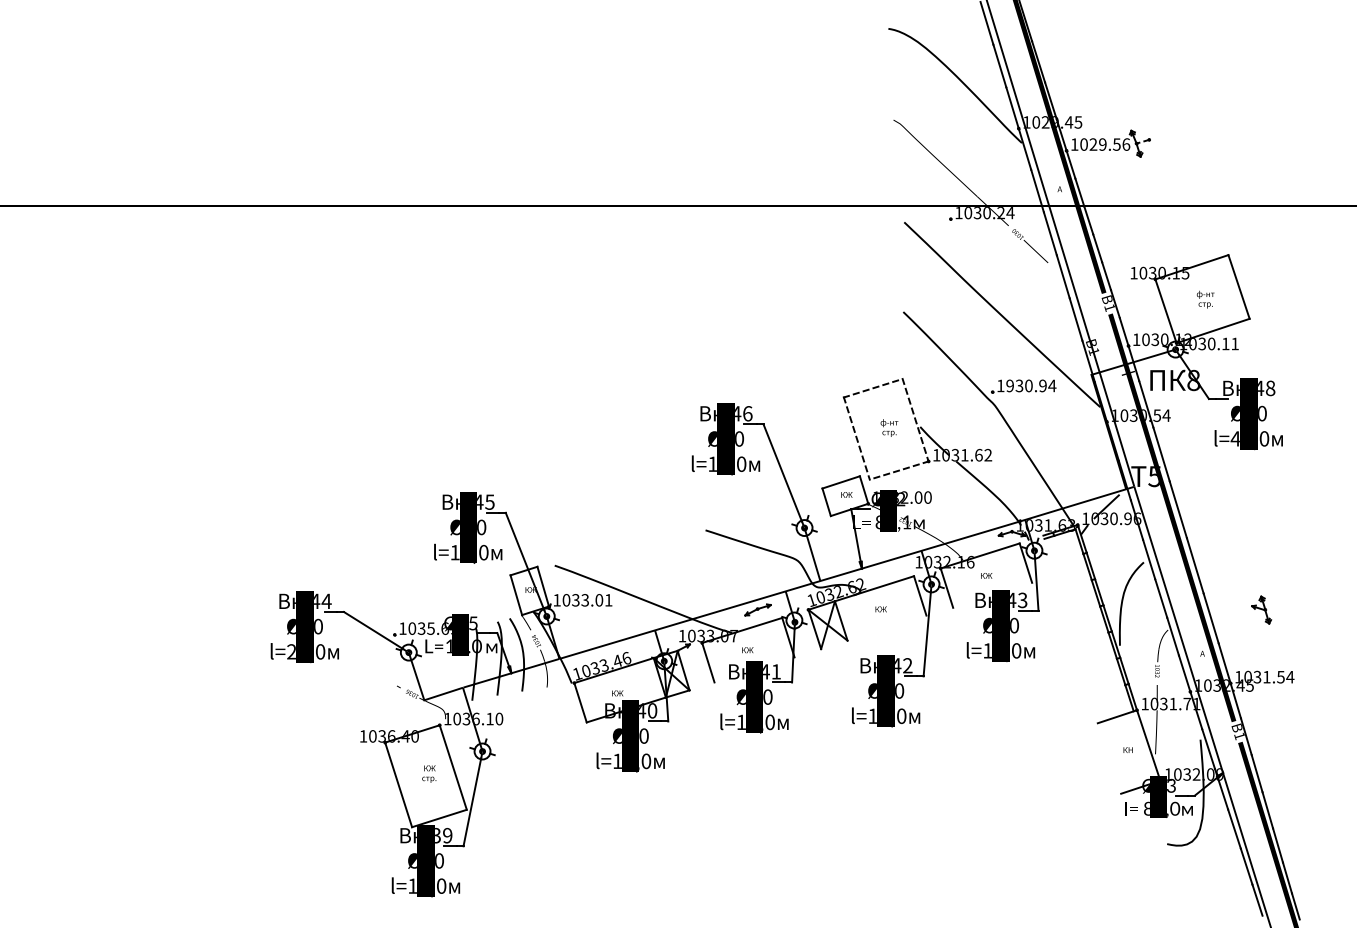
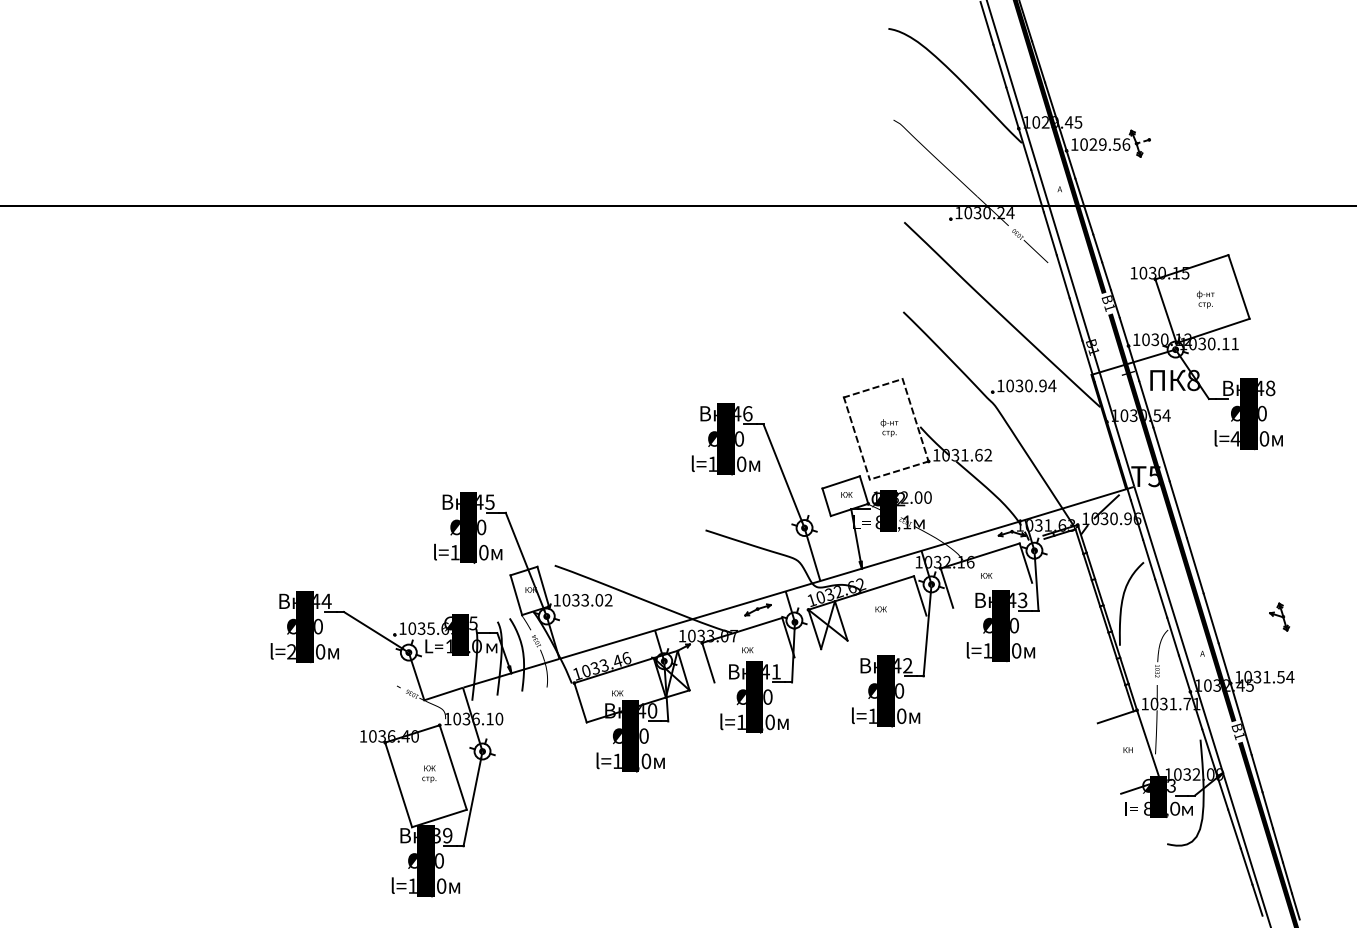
text at (1009, 385): 1930.94 -> 1030.94
text at (608, 600): 1033.01 -> 1033.02
part at (1261, 609) position: (1261, 609) -> (1279, 616)
